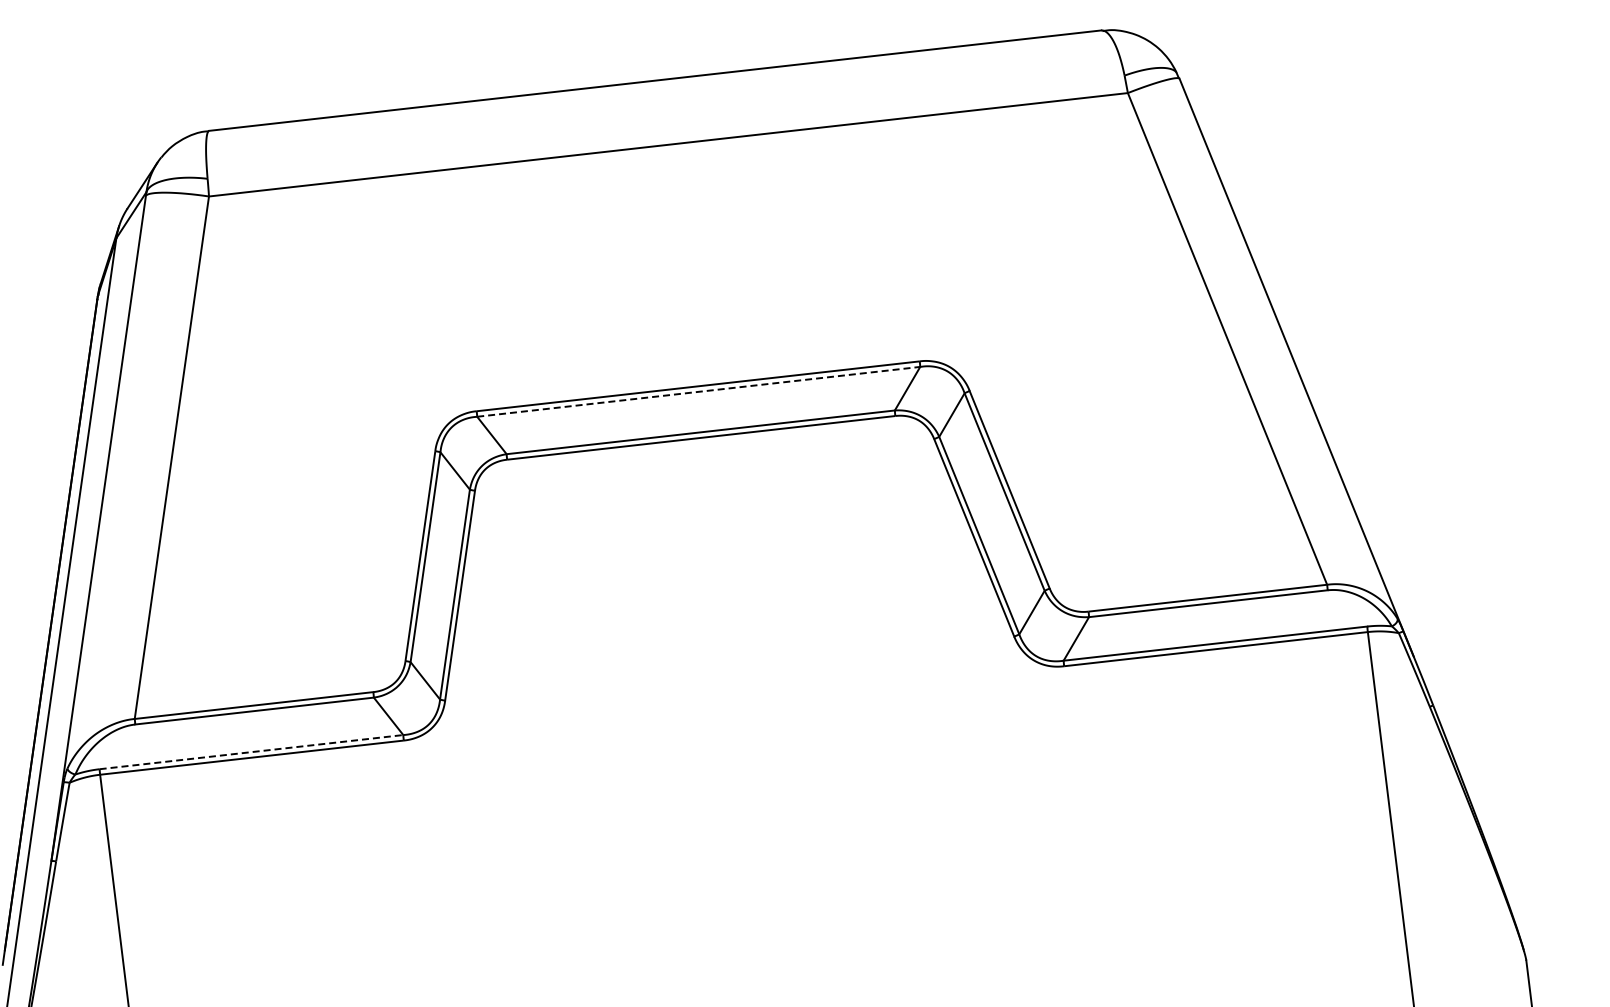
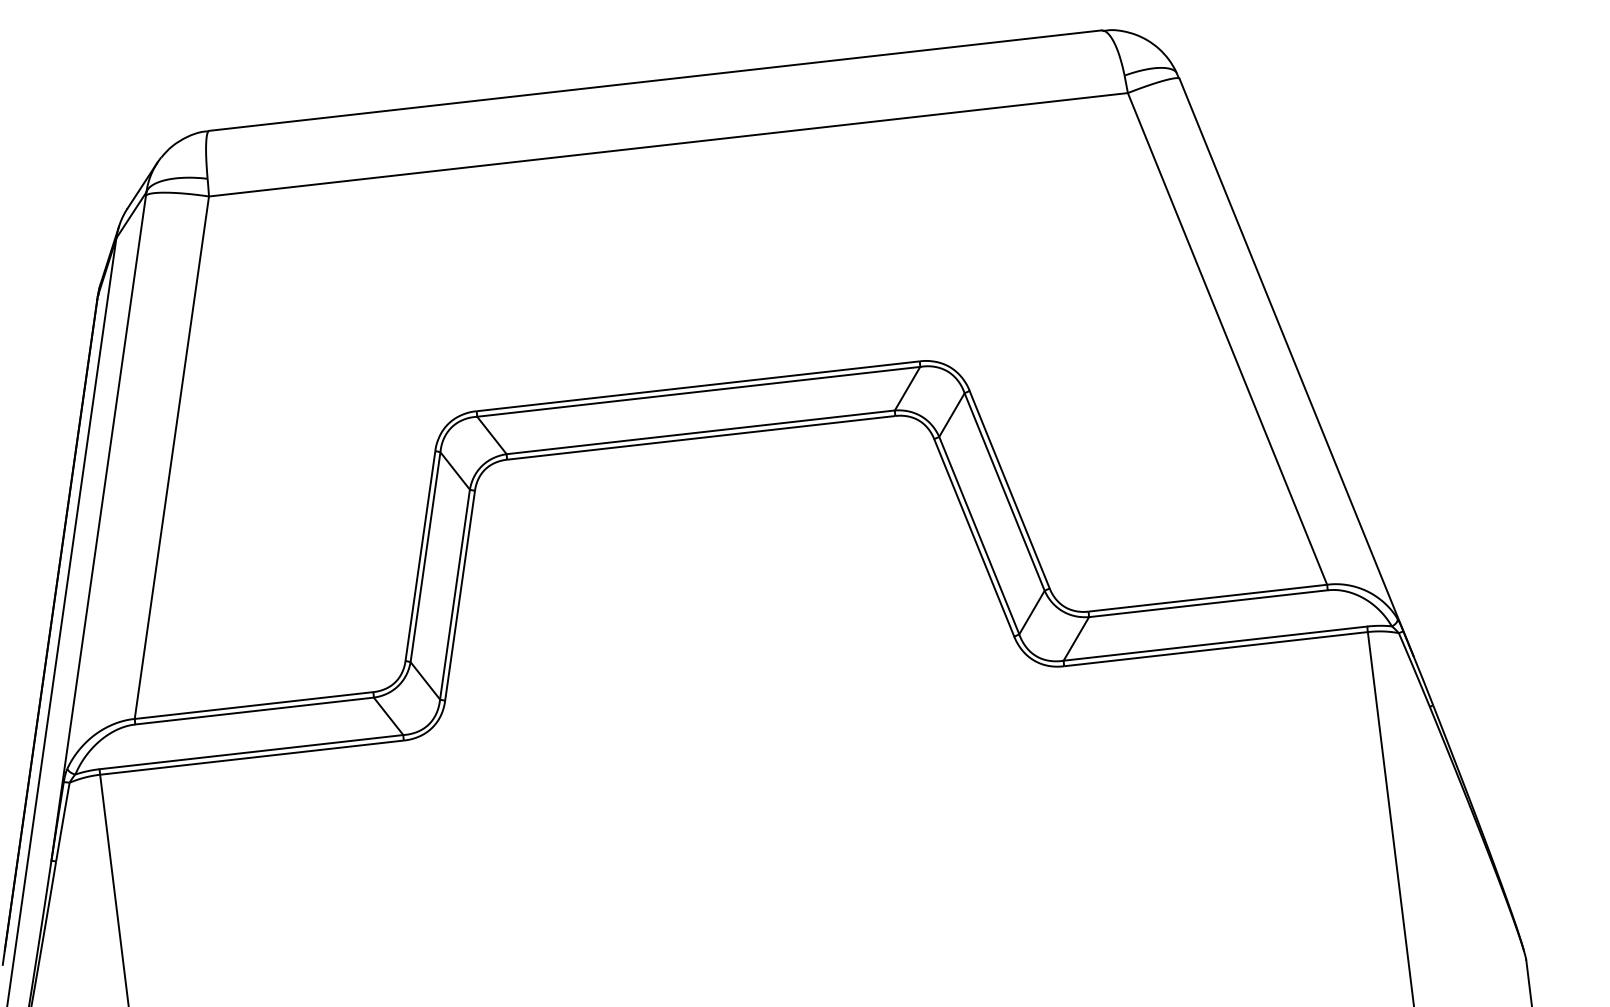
line at (698, 391): dashed -> solid
line at (251, 752): dashed -> solid
